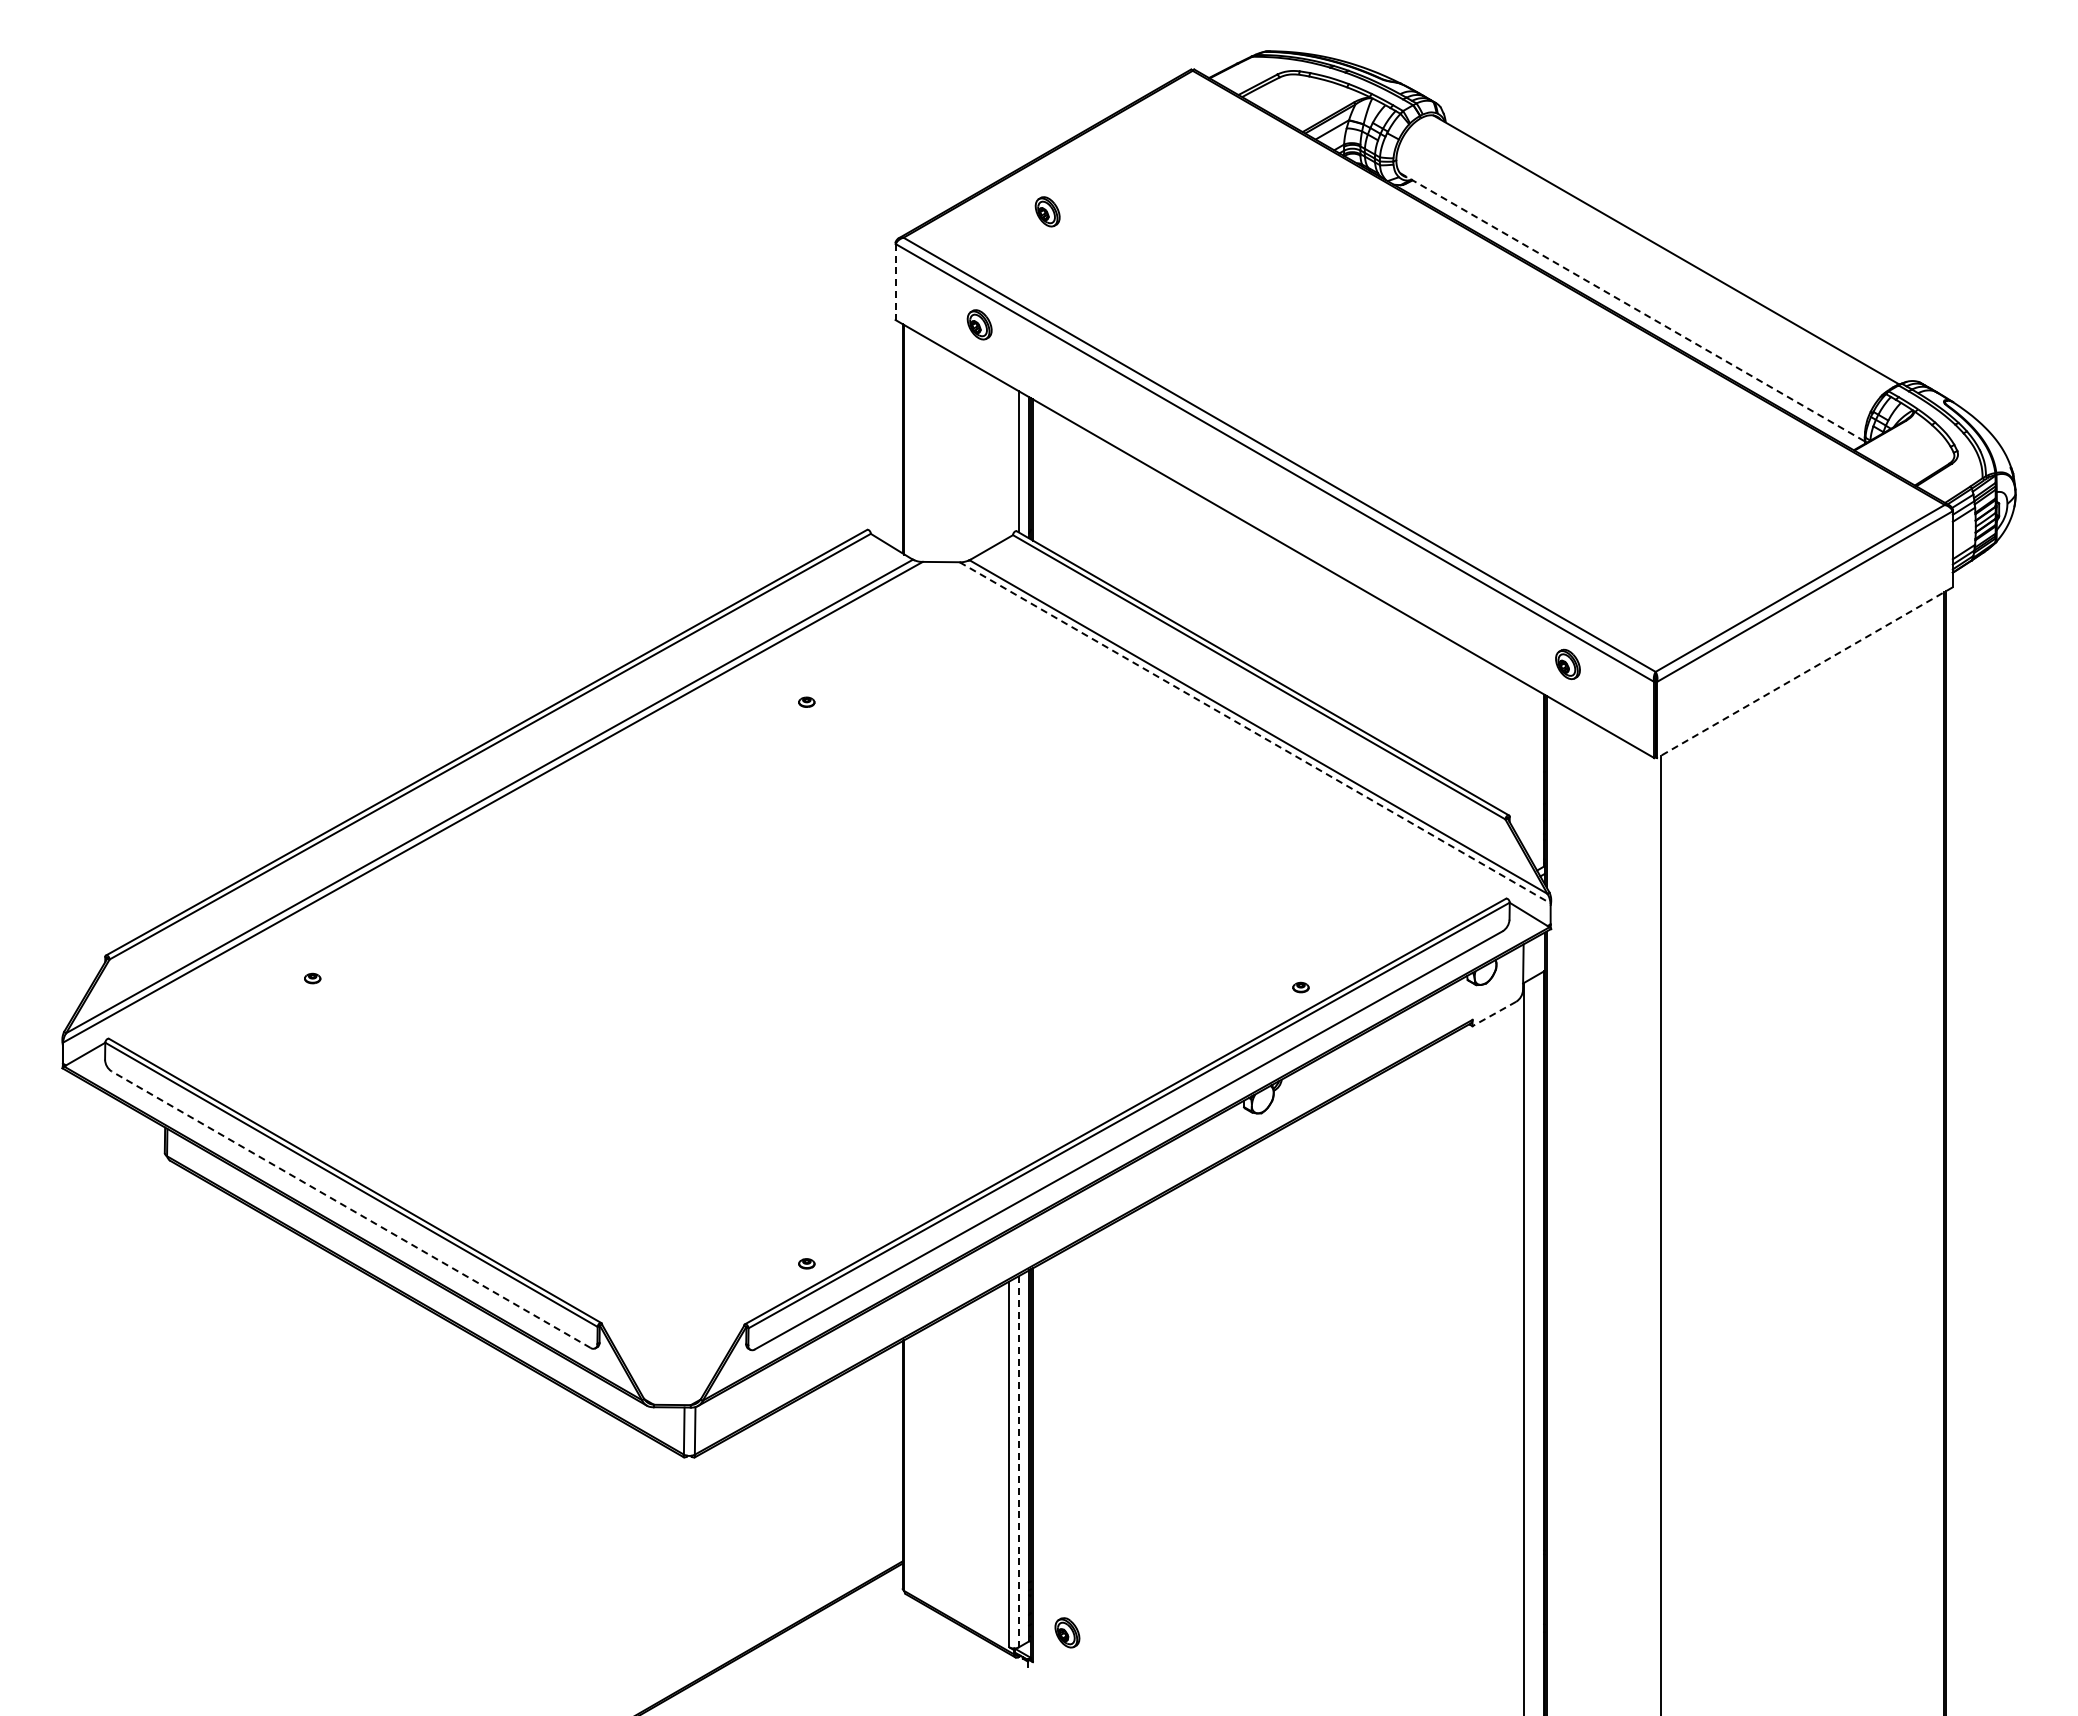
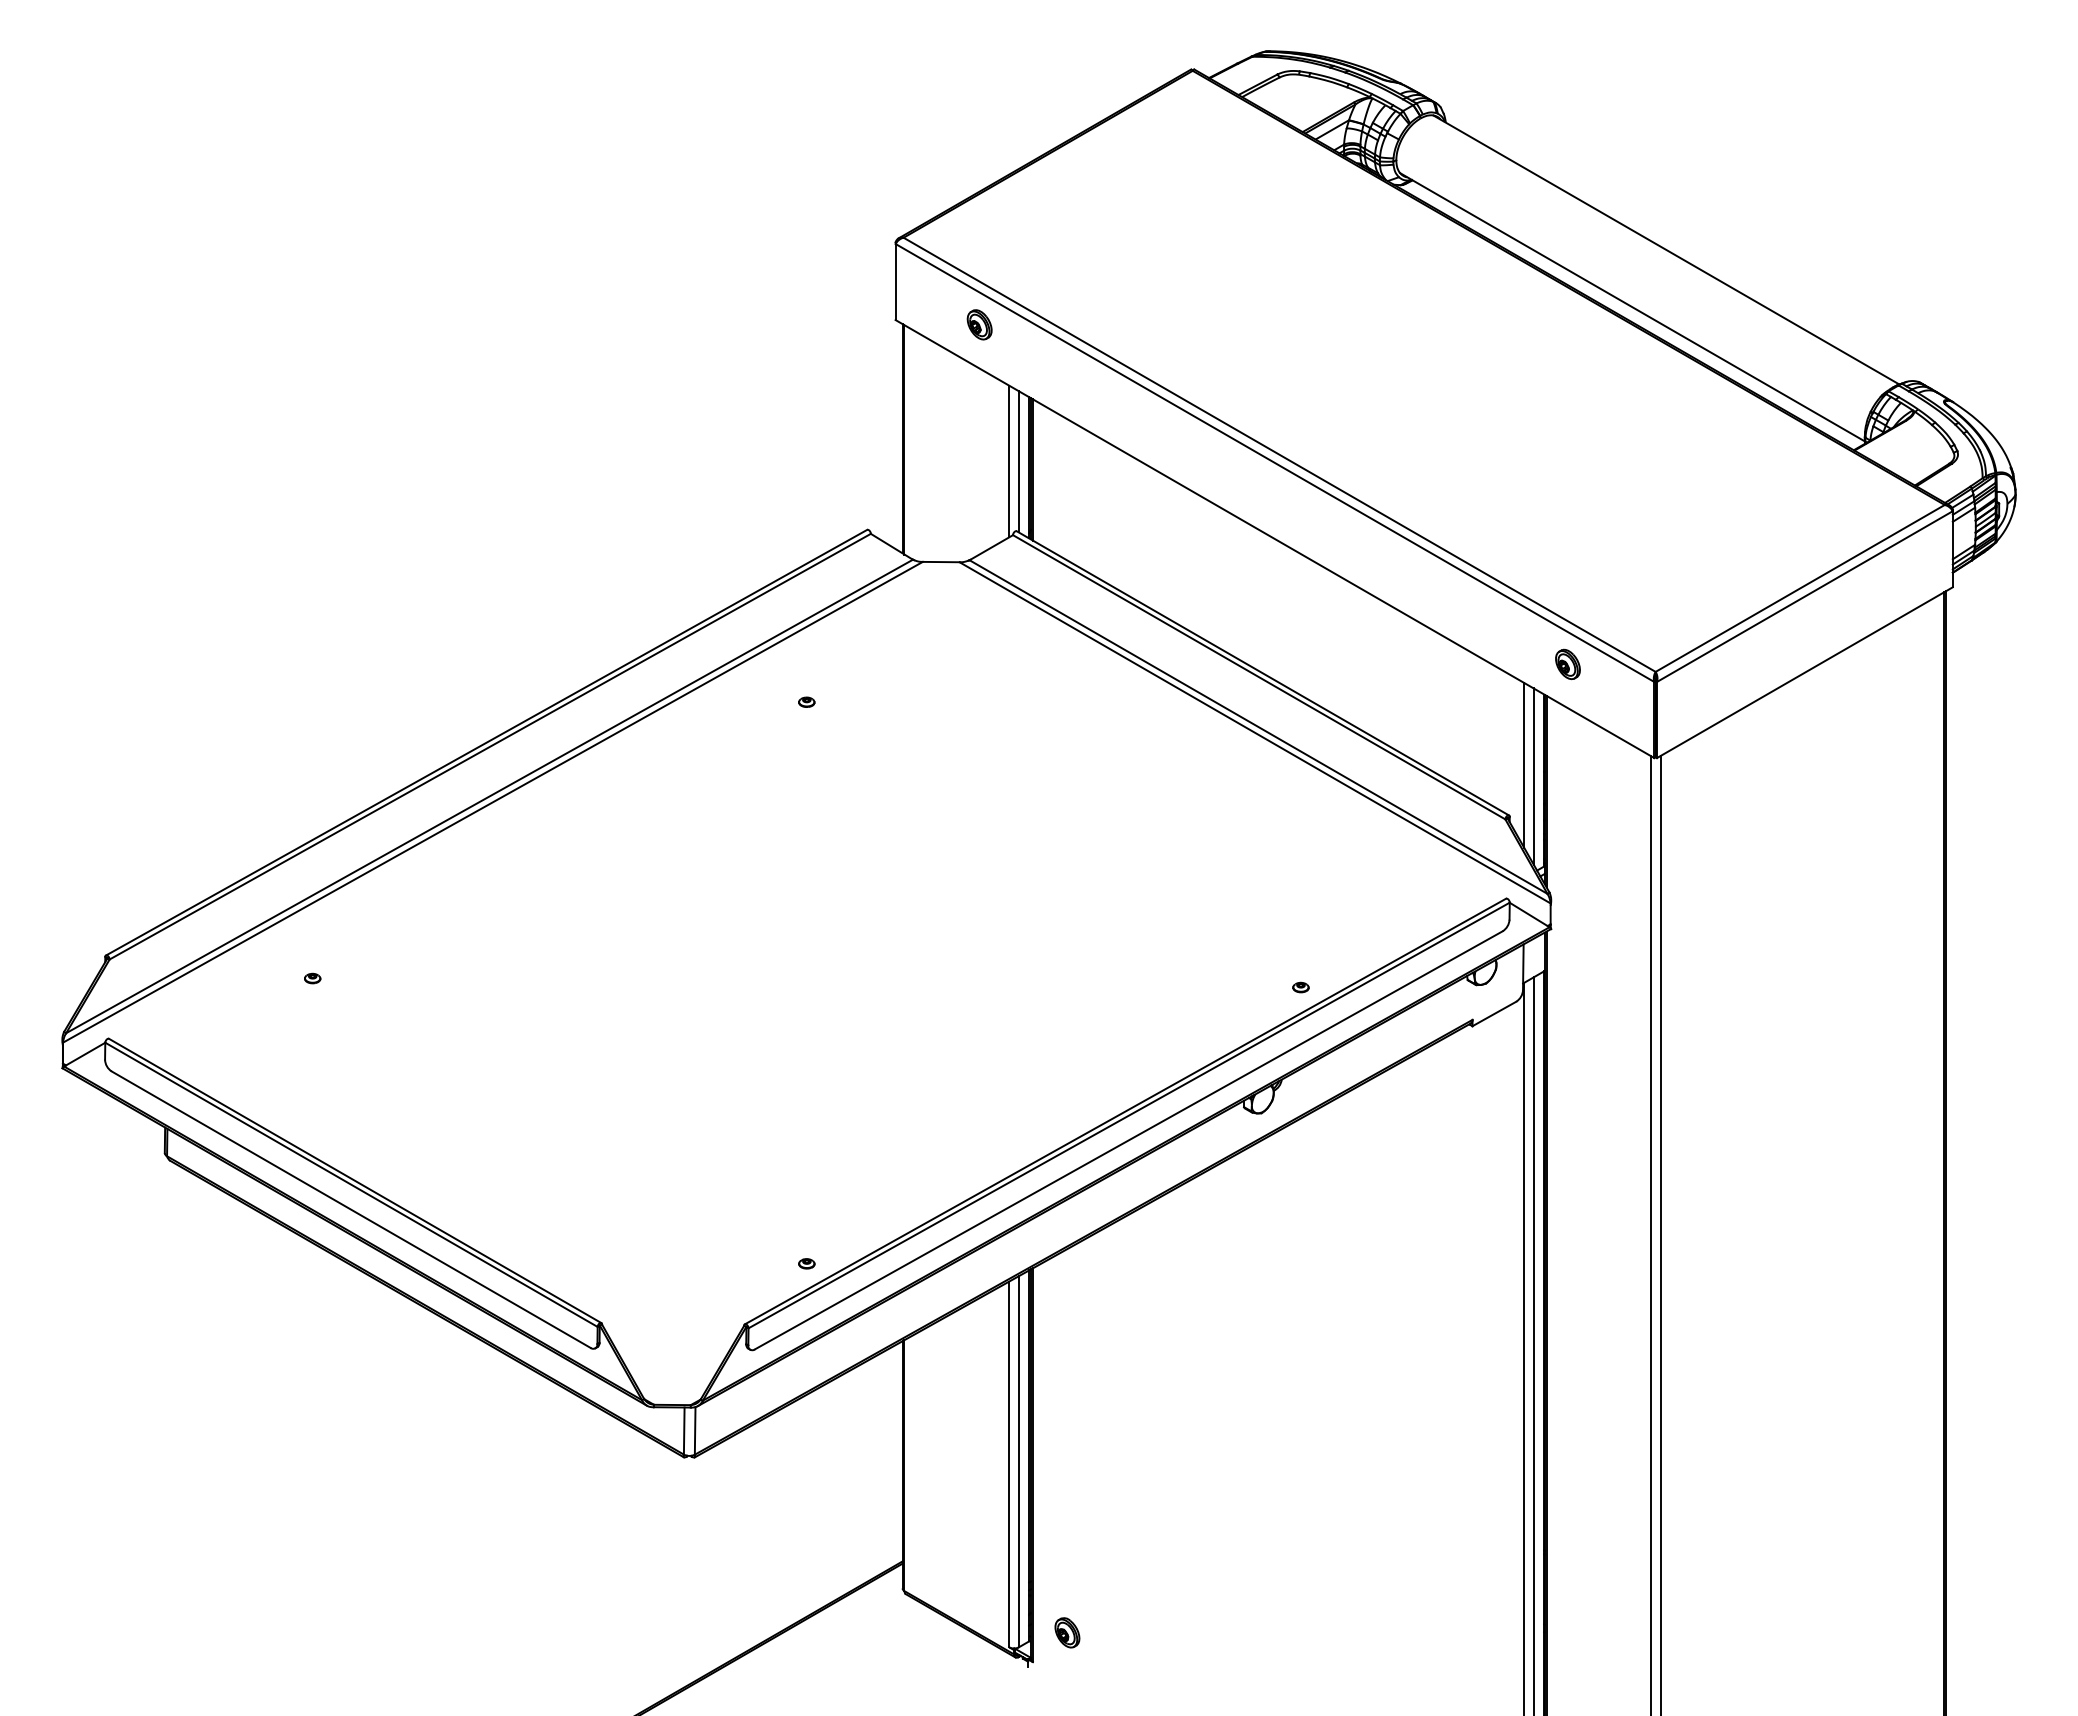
part at (1047, 211): present -> none
line at (895, 282): dashed -> solid
line at (1633, 307): dashed -> solid
line at (1009, 461): none -> present
line at (1804, 672): dashed -> solid
line at (1255, 733): dashed -> solid
line at (1524, 765): none -> present
line at (1533, 776): none -> present
line at (1493, 1014): dashed -> solid
line at (350, 1209): dashed -> solid
line at (1651, 1234): none -> present
line at (1533, 1344): none -> present
line at (1018, 1461): dashed -> solid
